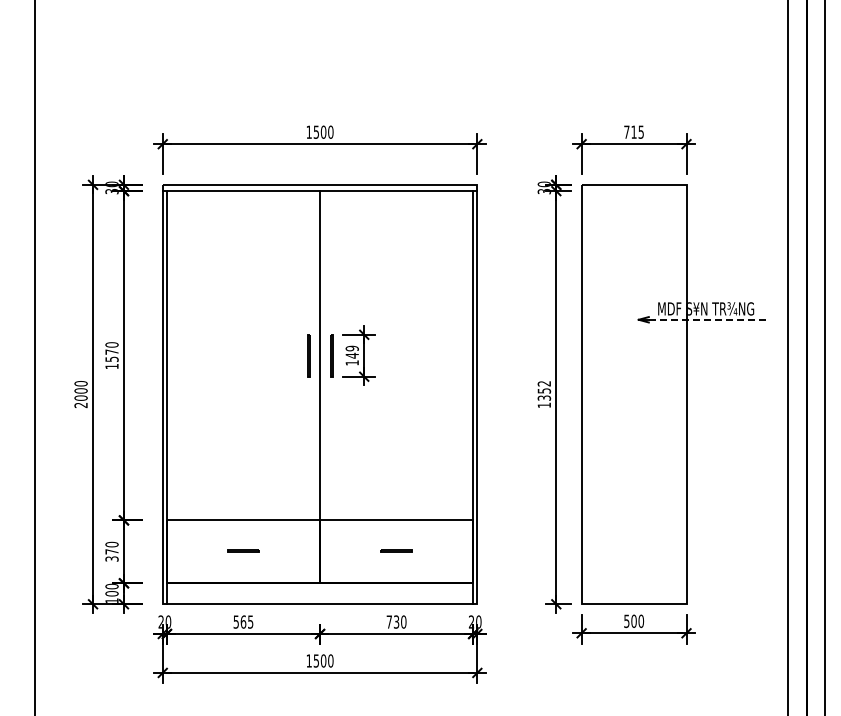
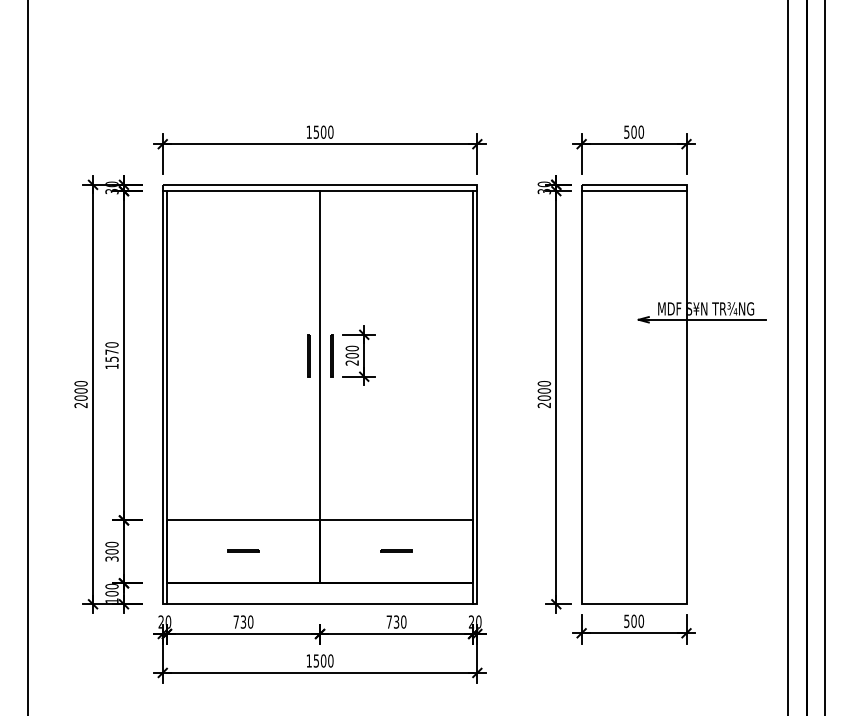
text at (634, 131): 715 -> 500
line at (633, 191): none -> present
line at (708, 319): dashed -> solid
text at (351, 355): 149 -> 200
line at (35, 357) position: (35, 357) -> (28, 357)
text at (544, 394): 1352 -> 2000
text at (111, 551): 370 -> 300
text at (243, 621): 565 -> 730
